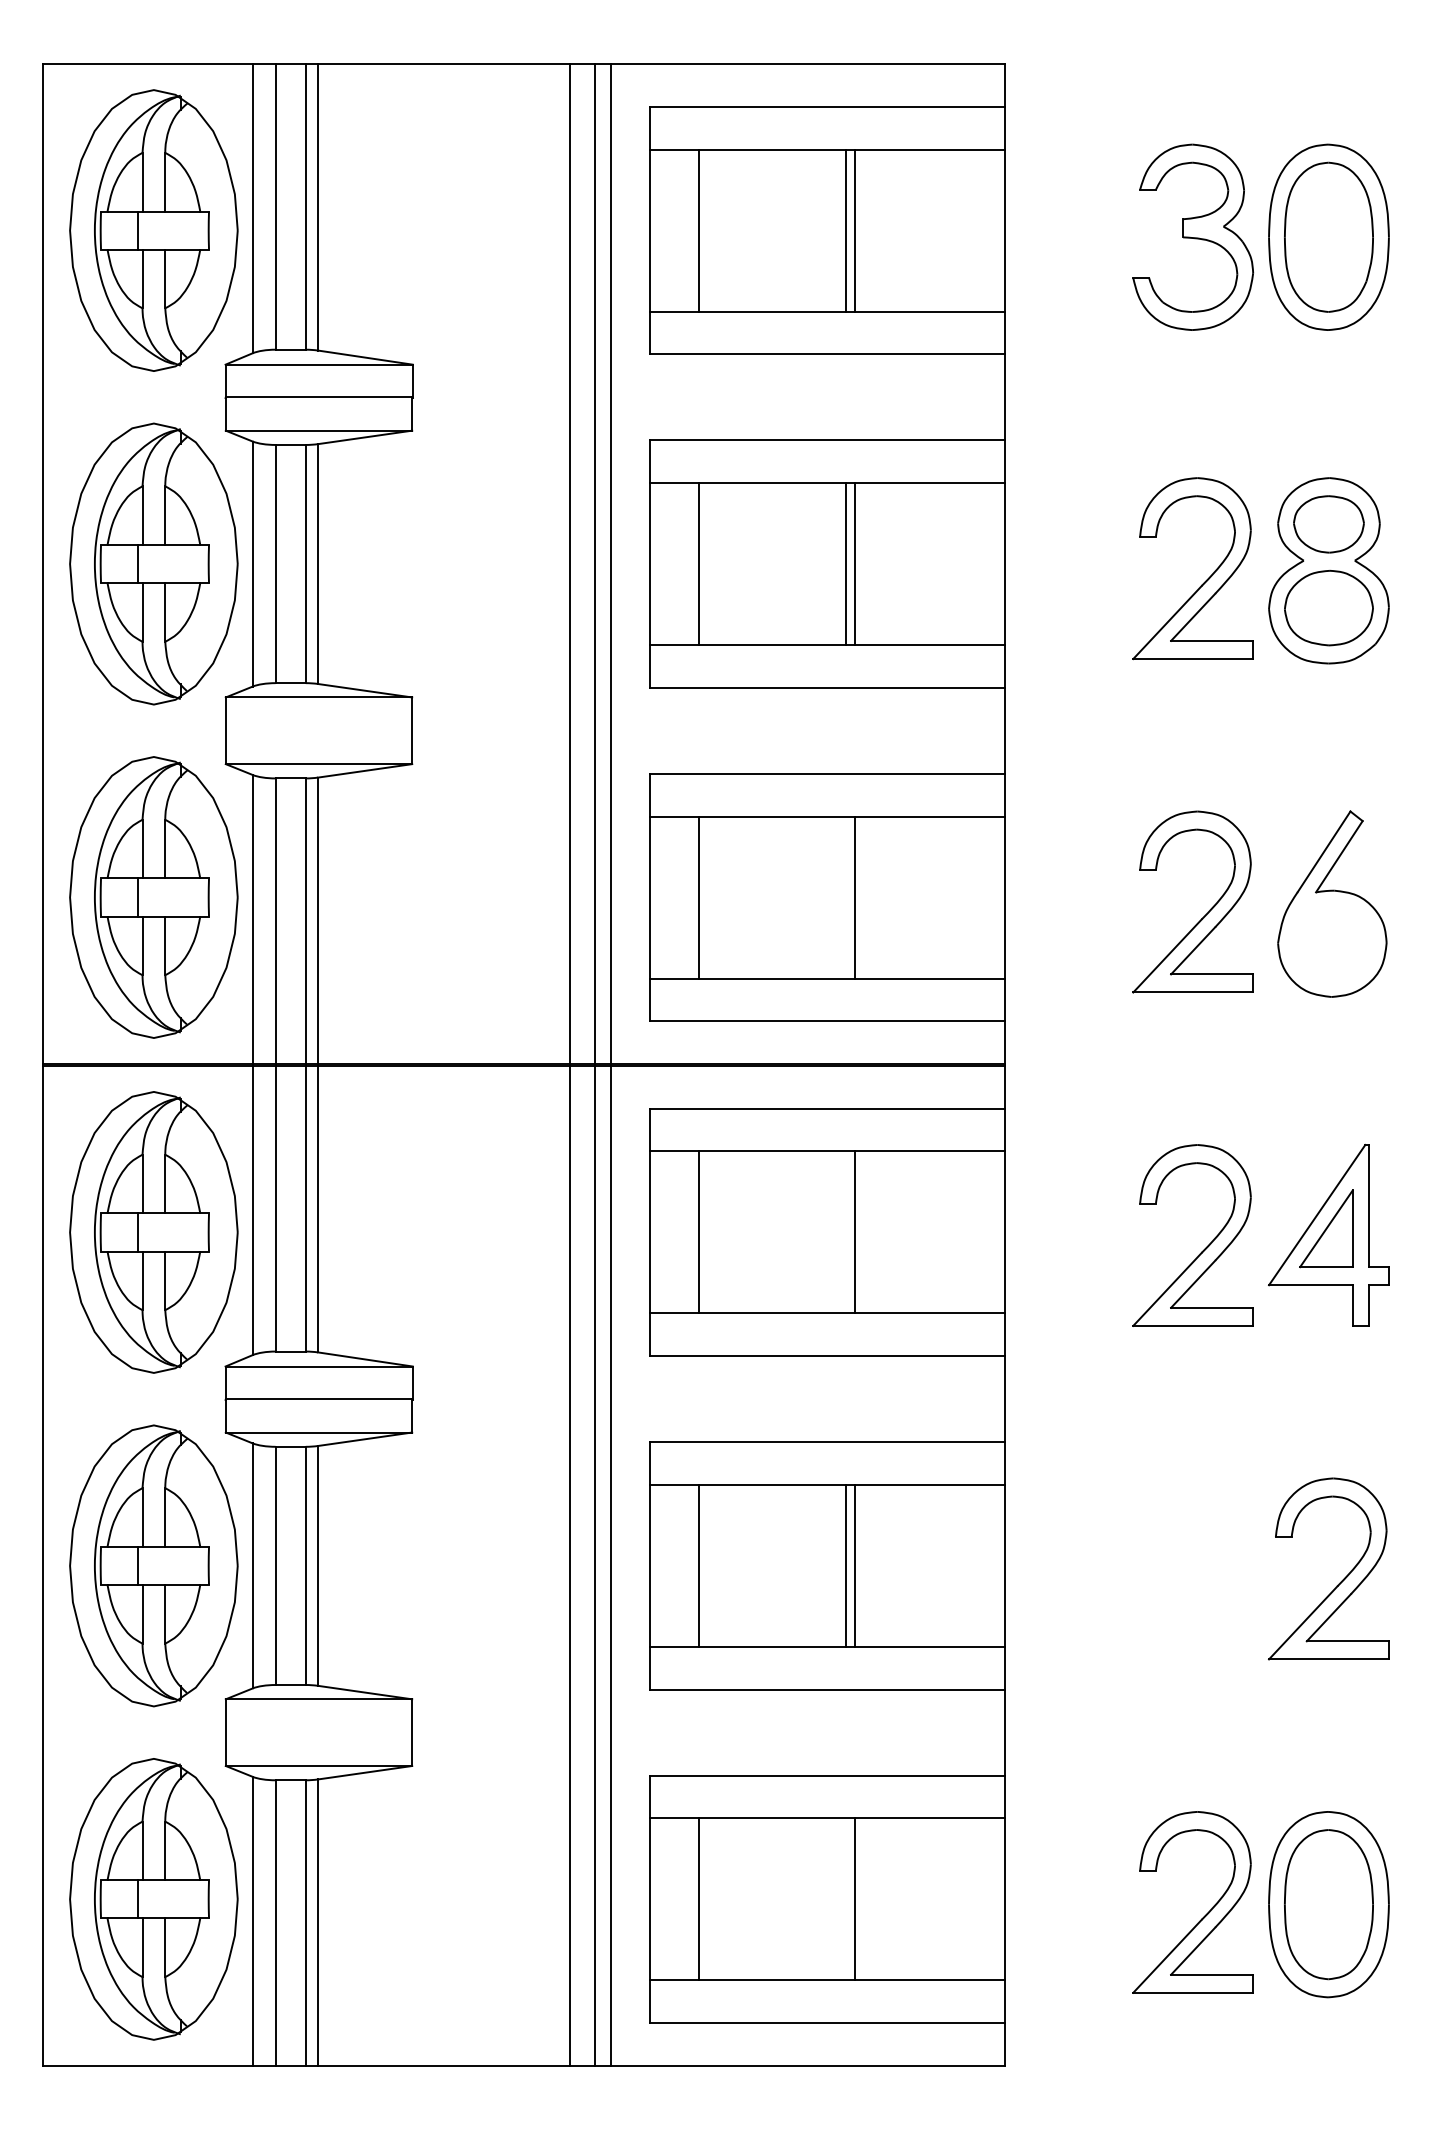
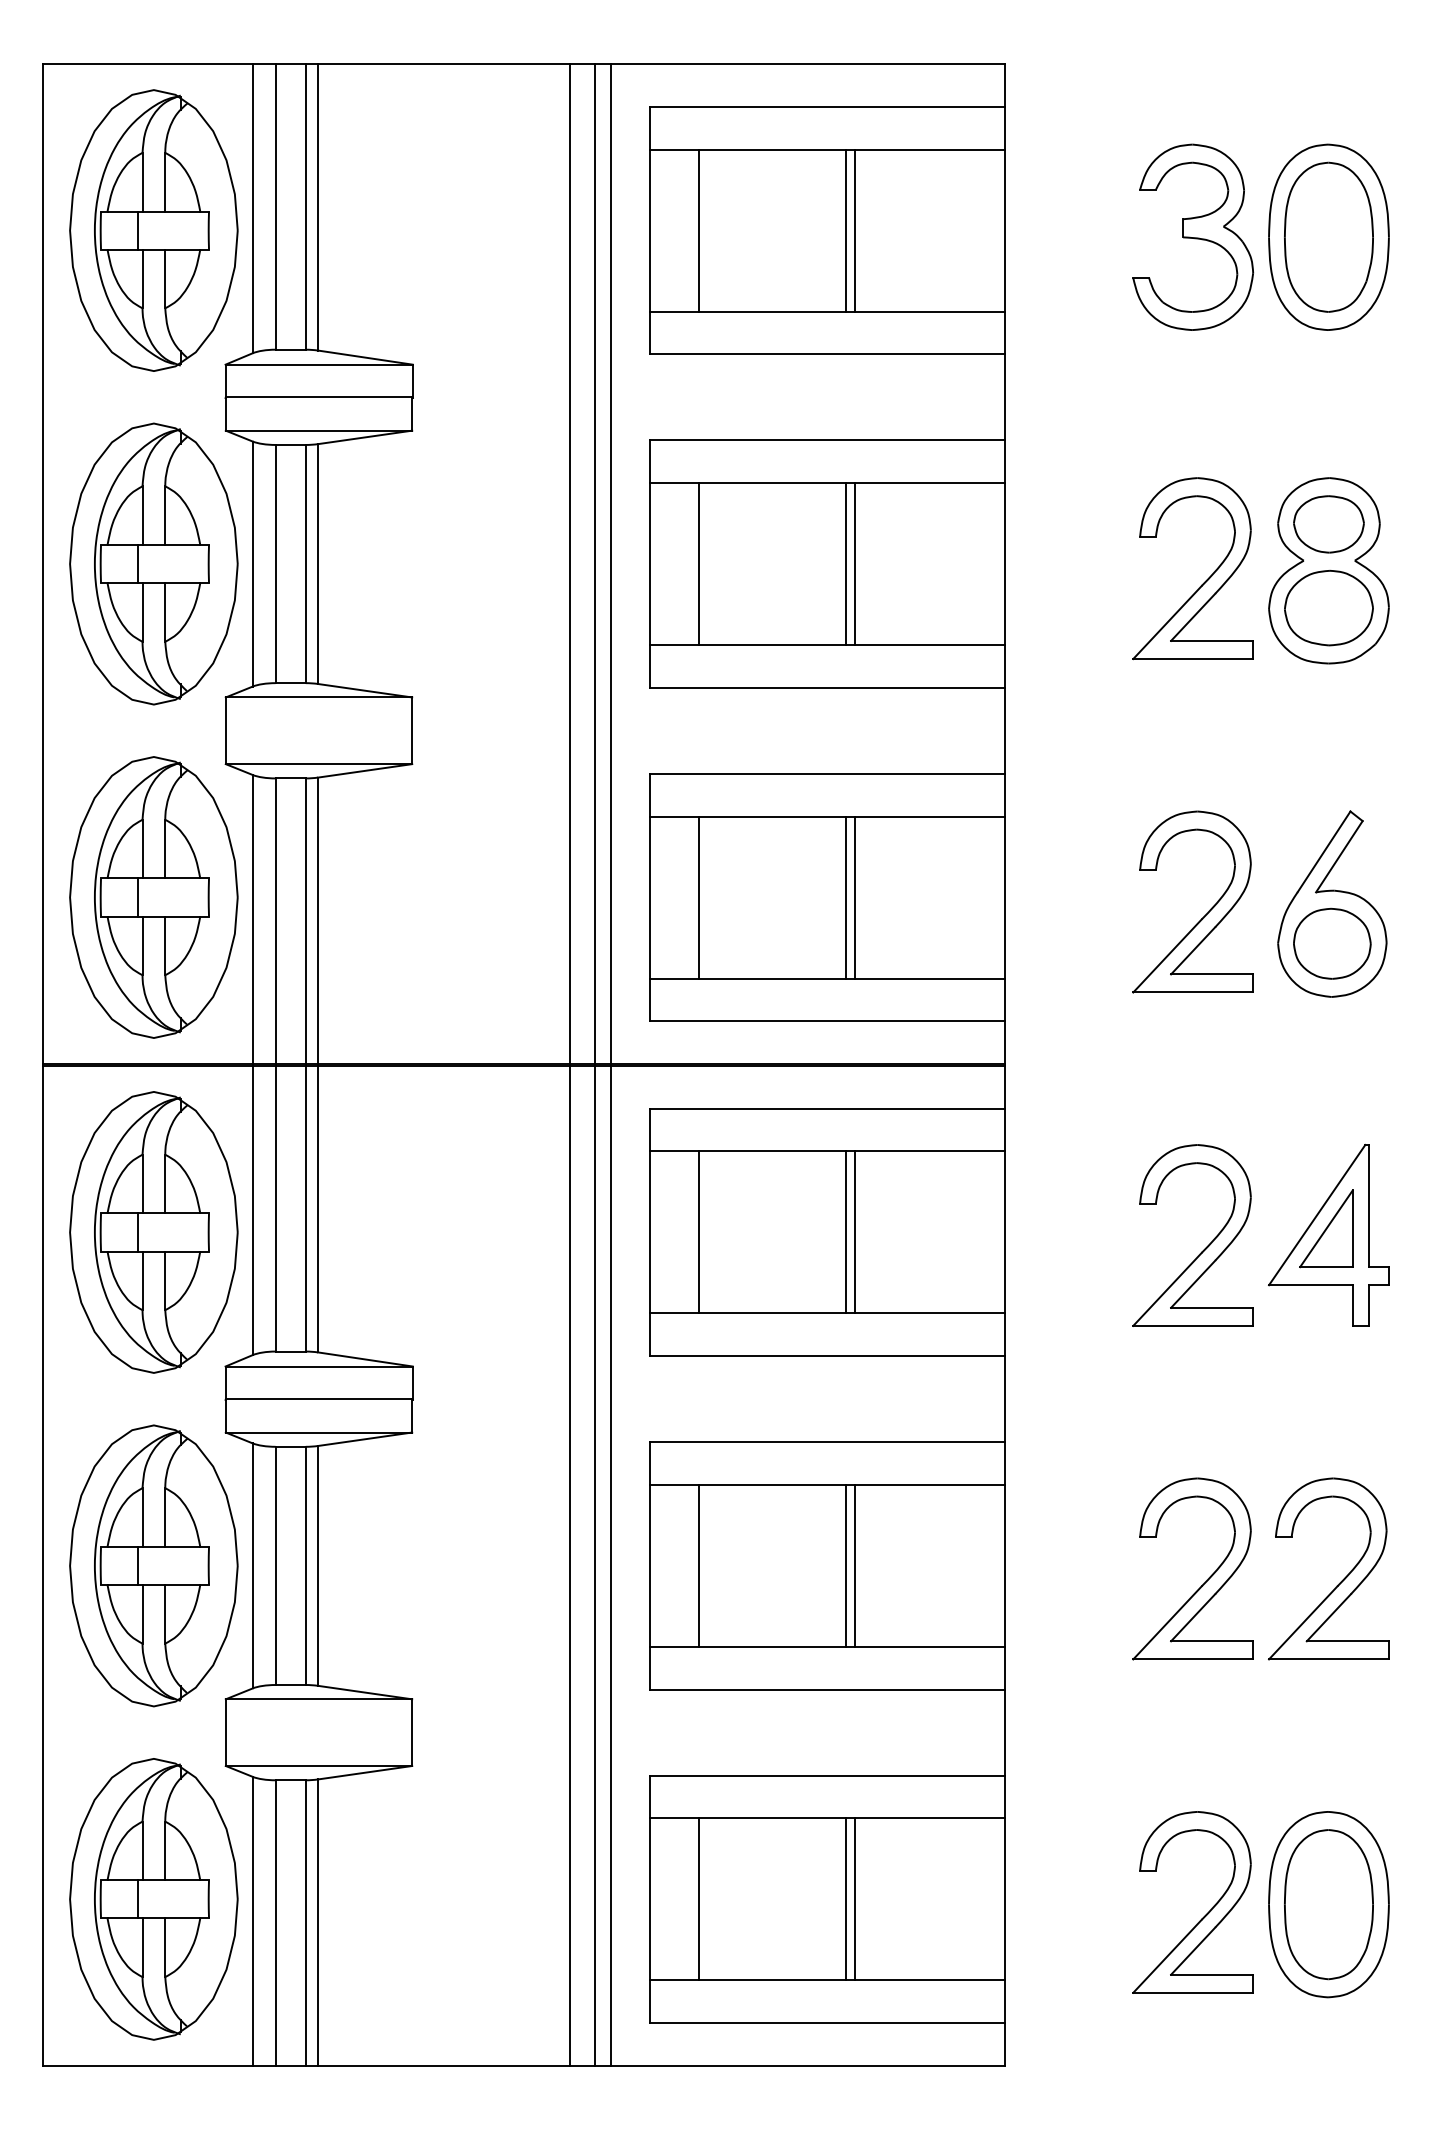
line at (845, 897): none -> present
part at (1332, 943): none -> present
line at (845, 1232): none -> present
part at (1208, 1577): none -> present
line at (845, 1899): none -> present
